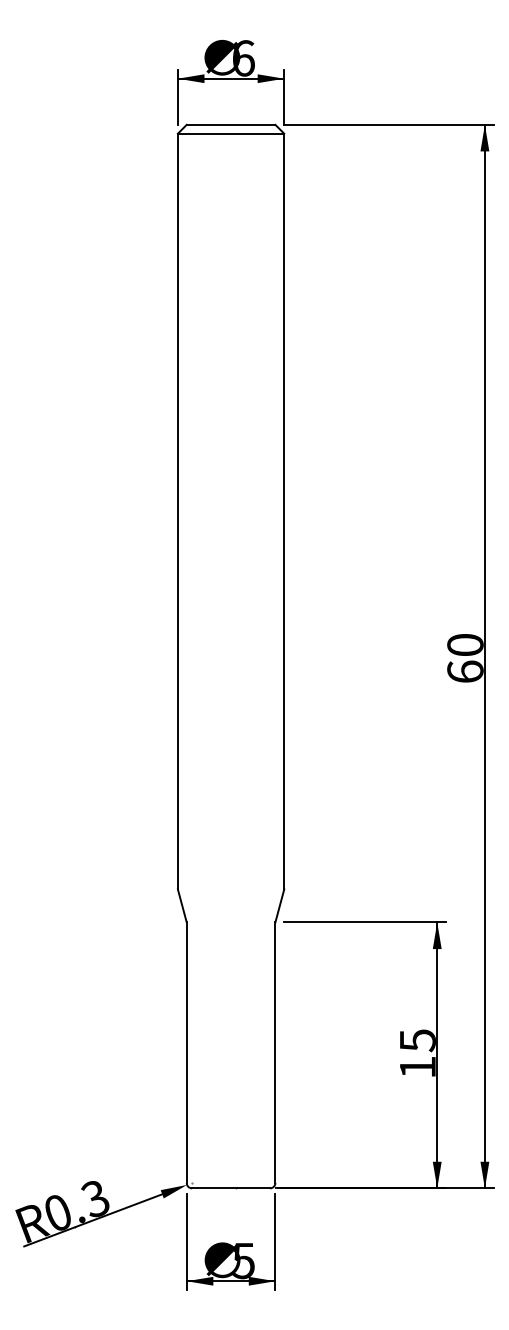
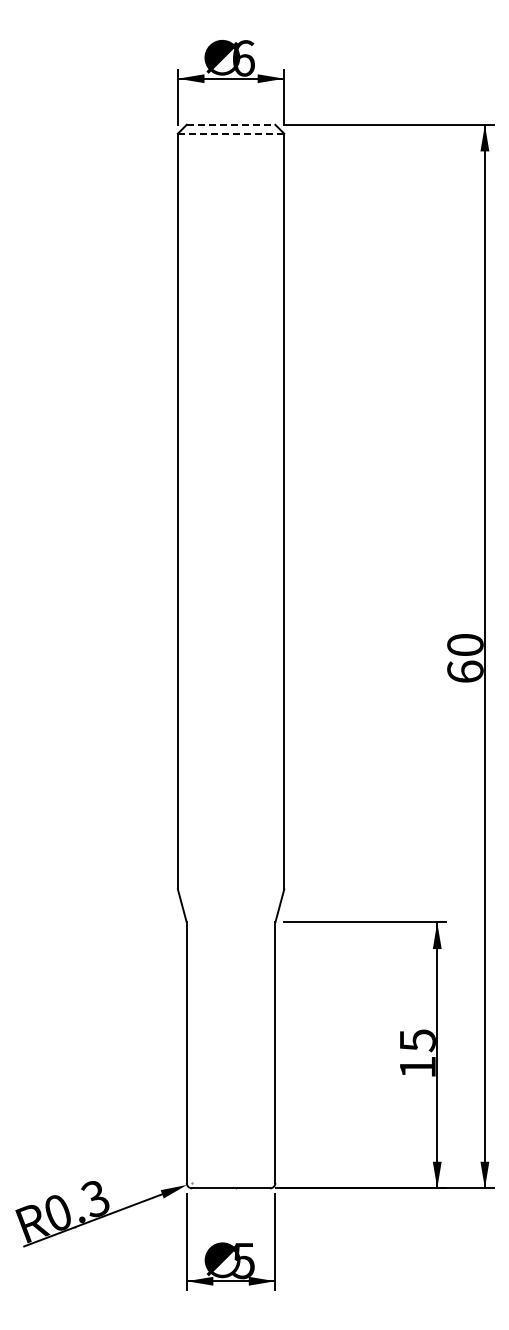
line at (231, 124): solid -> dashed
line at (231, 133): solid -> dashed
